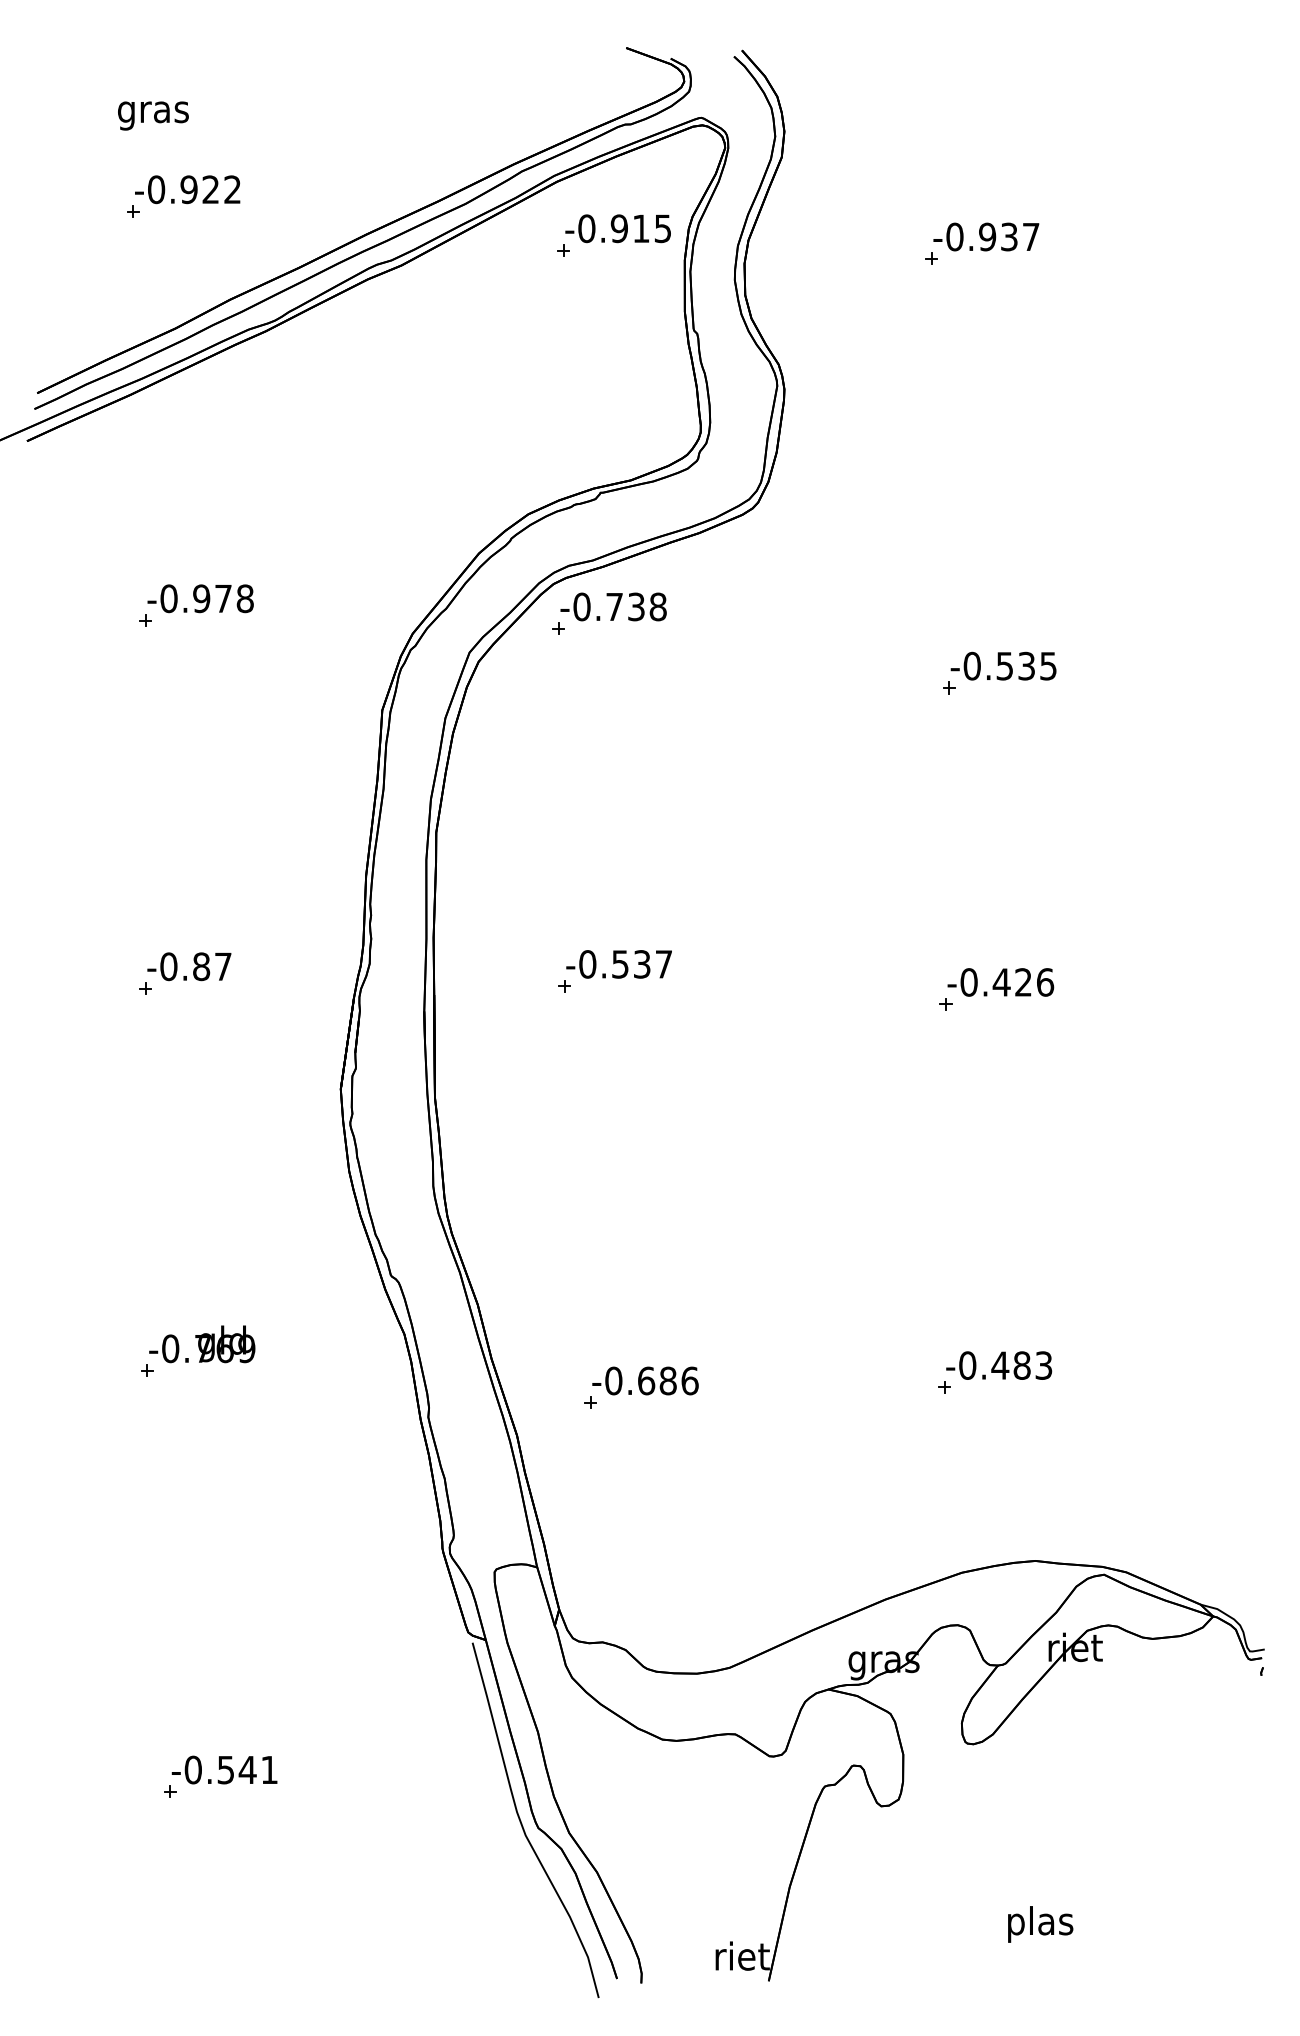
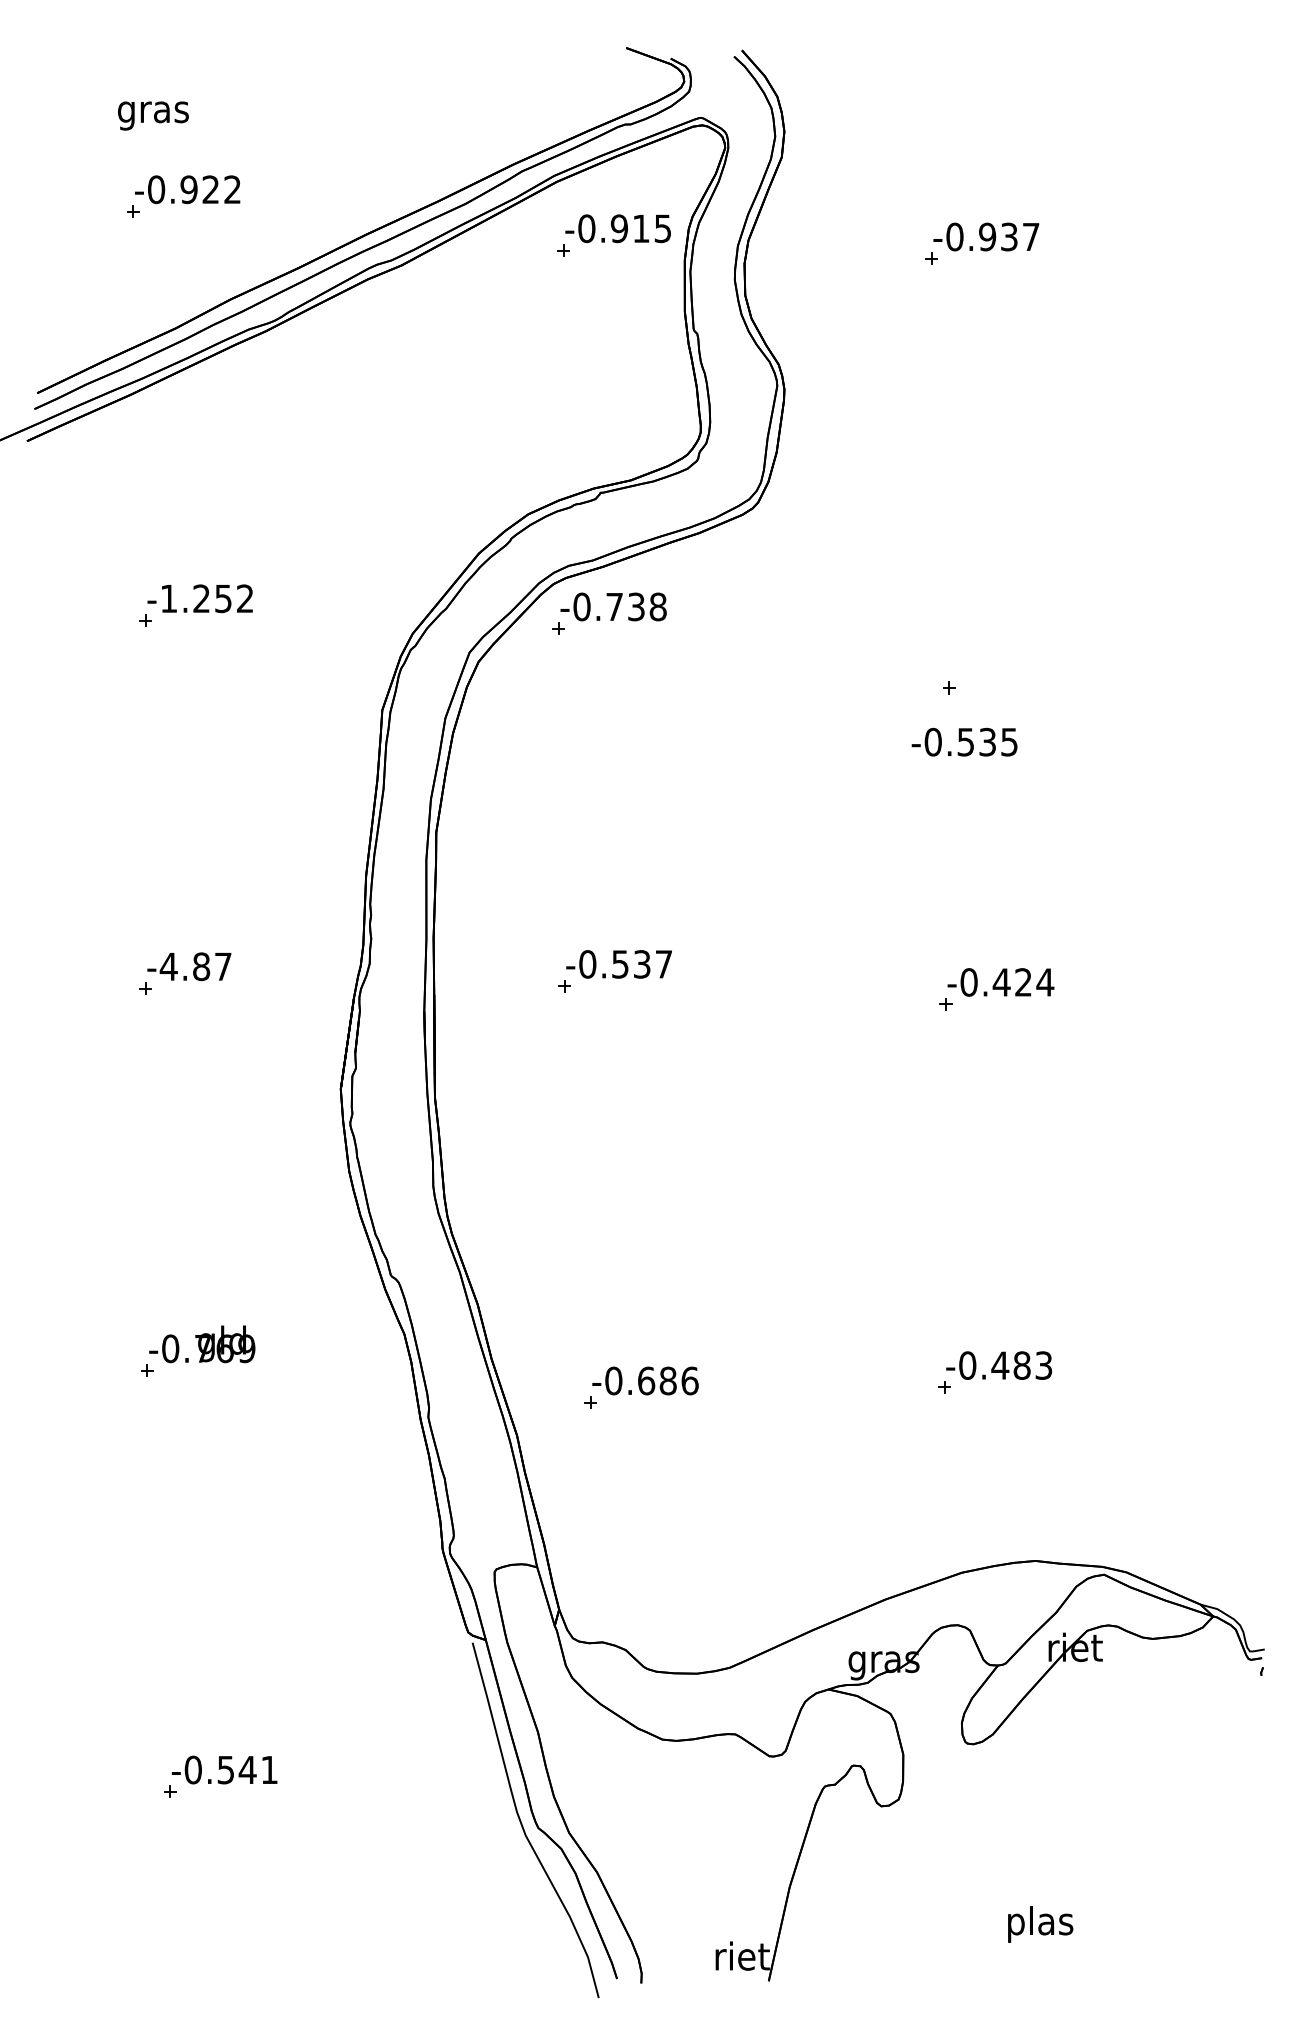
text at (206, 598): -0.978 -> -1.252
text at (1003, 665) position: (1003, 665) -> (964, 741)
text at (168, 966): -0.87 -> -4.87
text at (1045, 982): -0.426 -> -0.424
